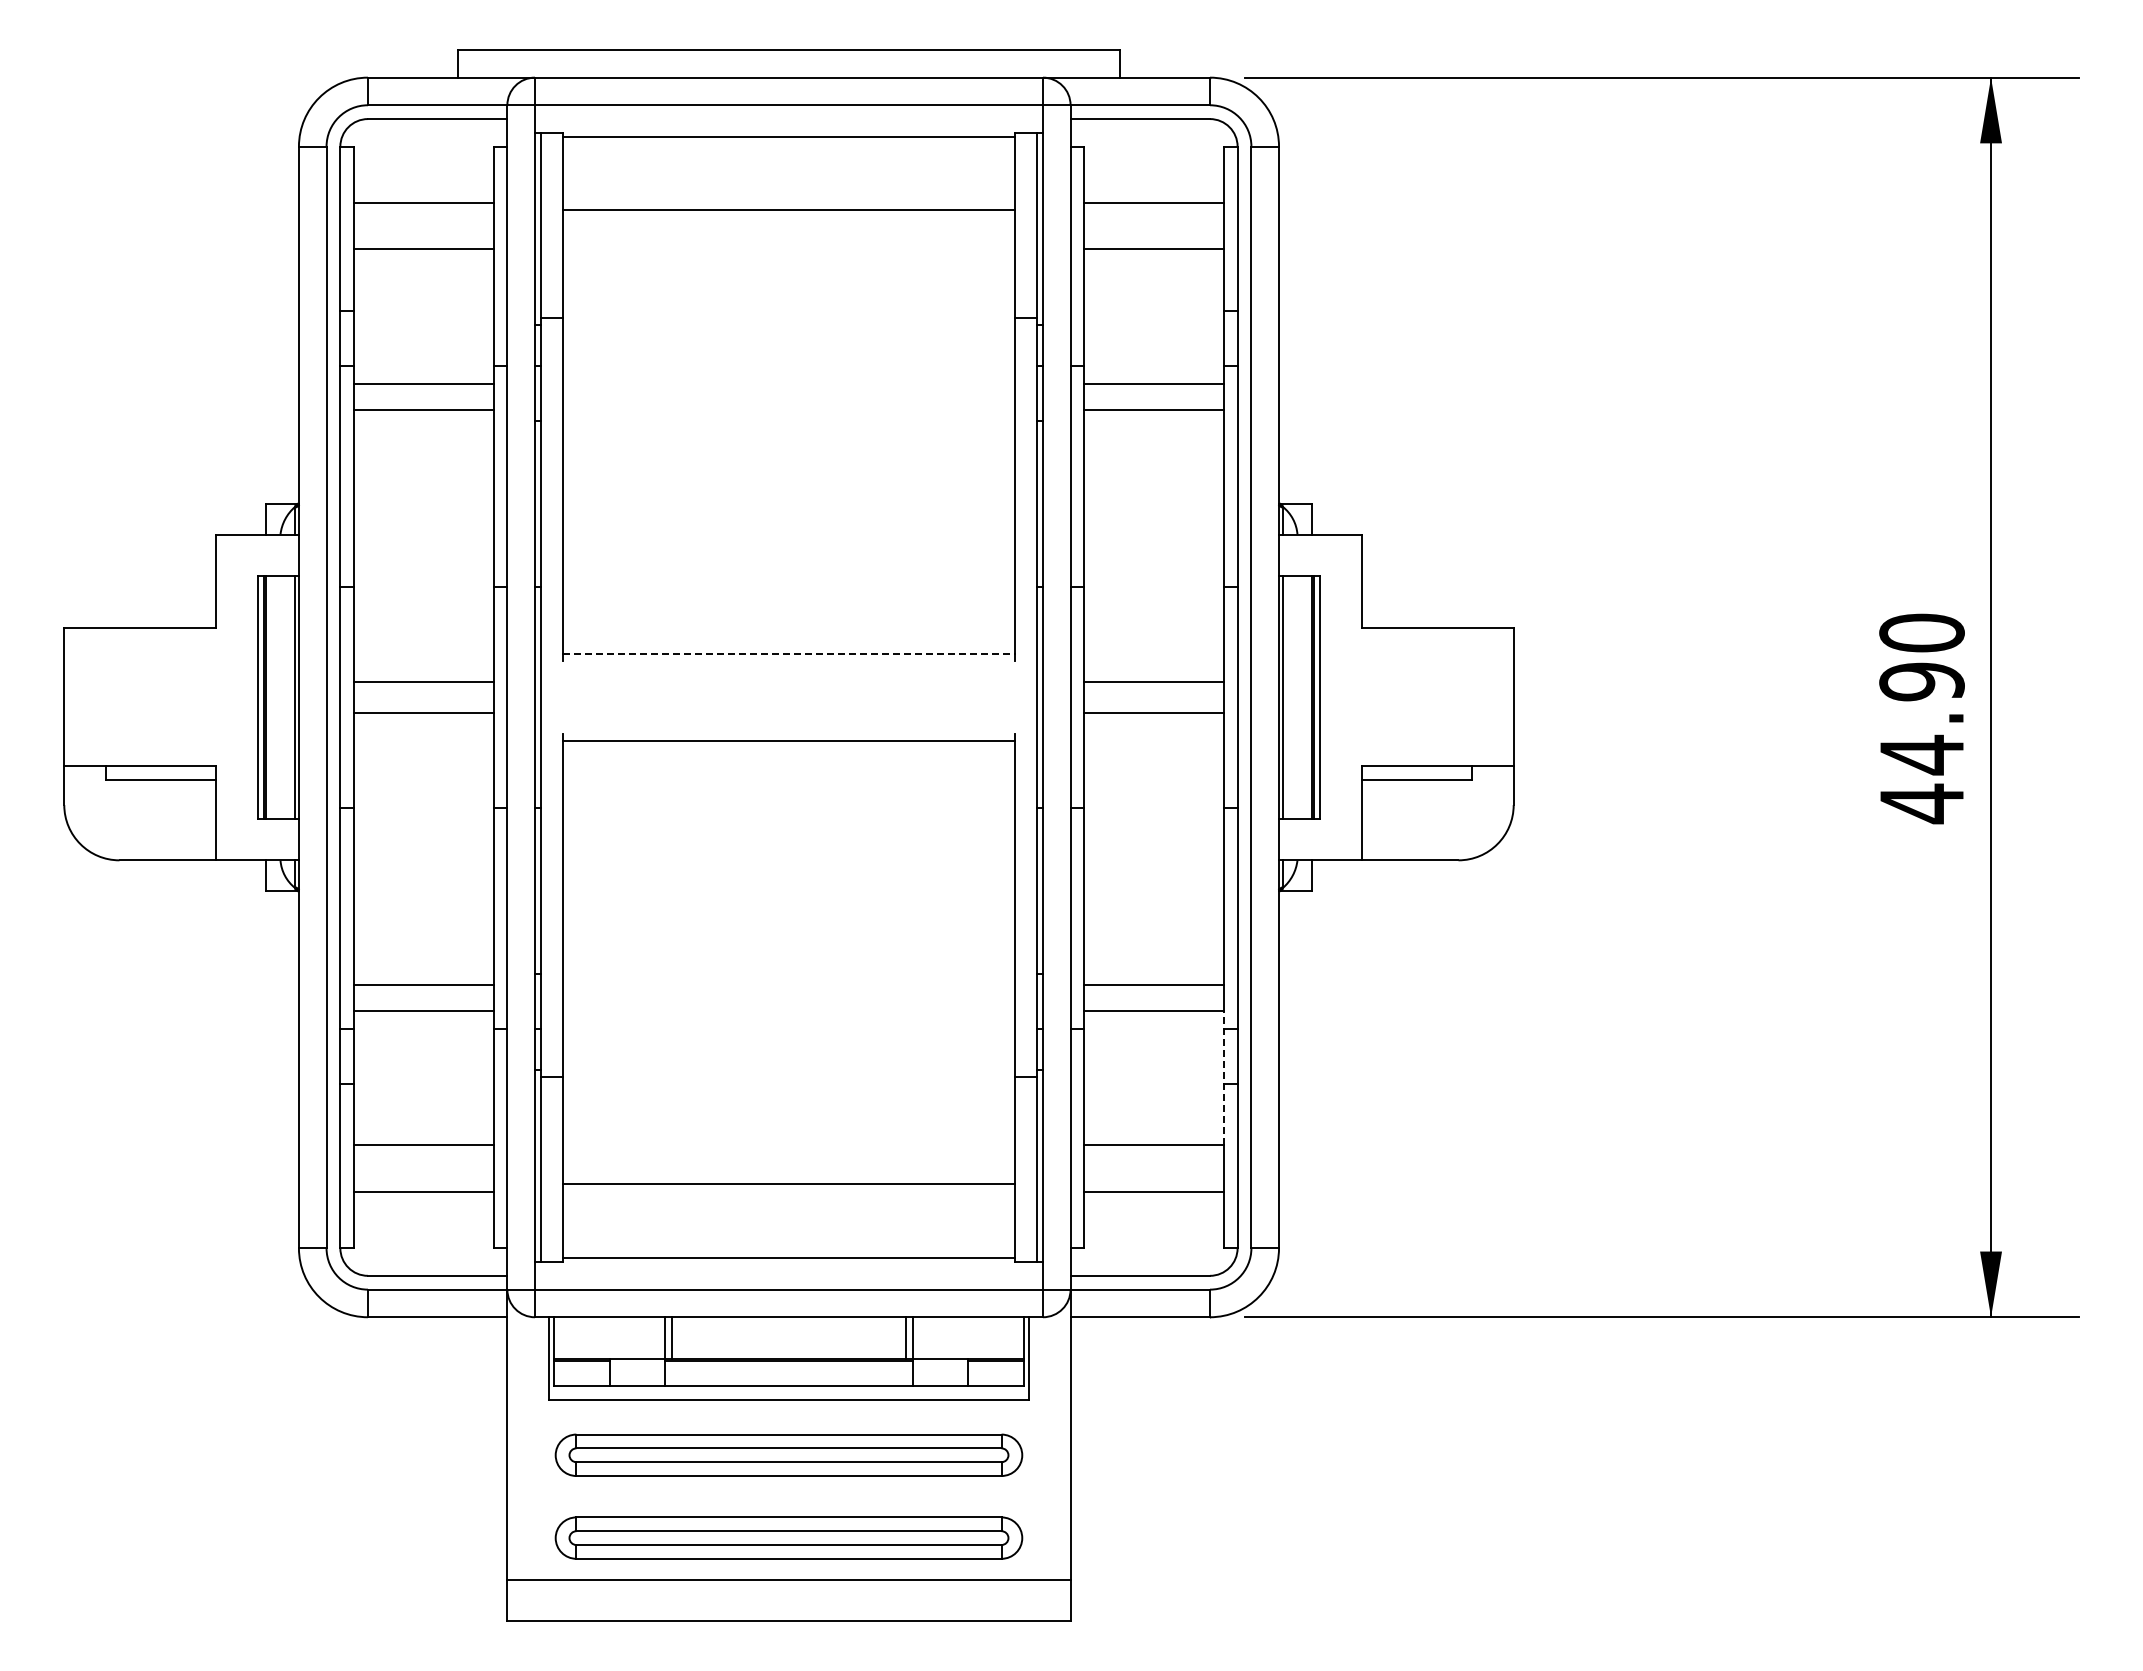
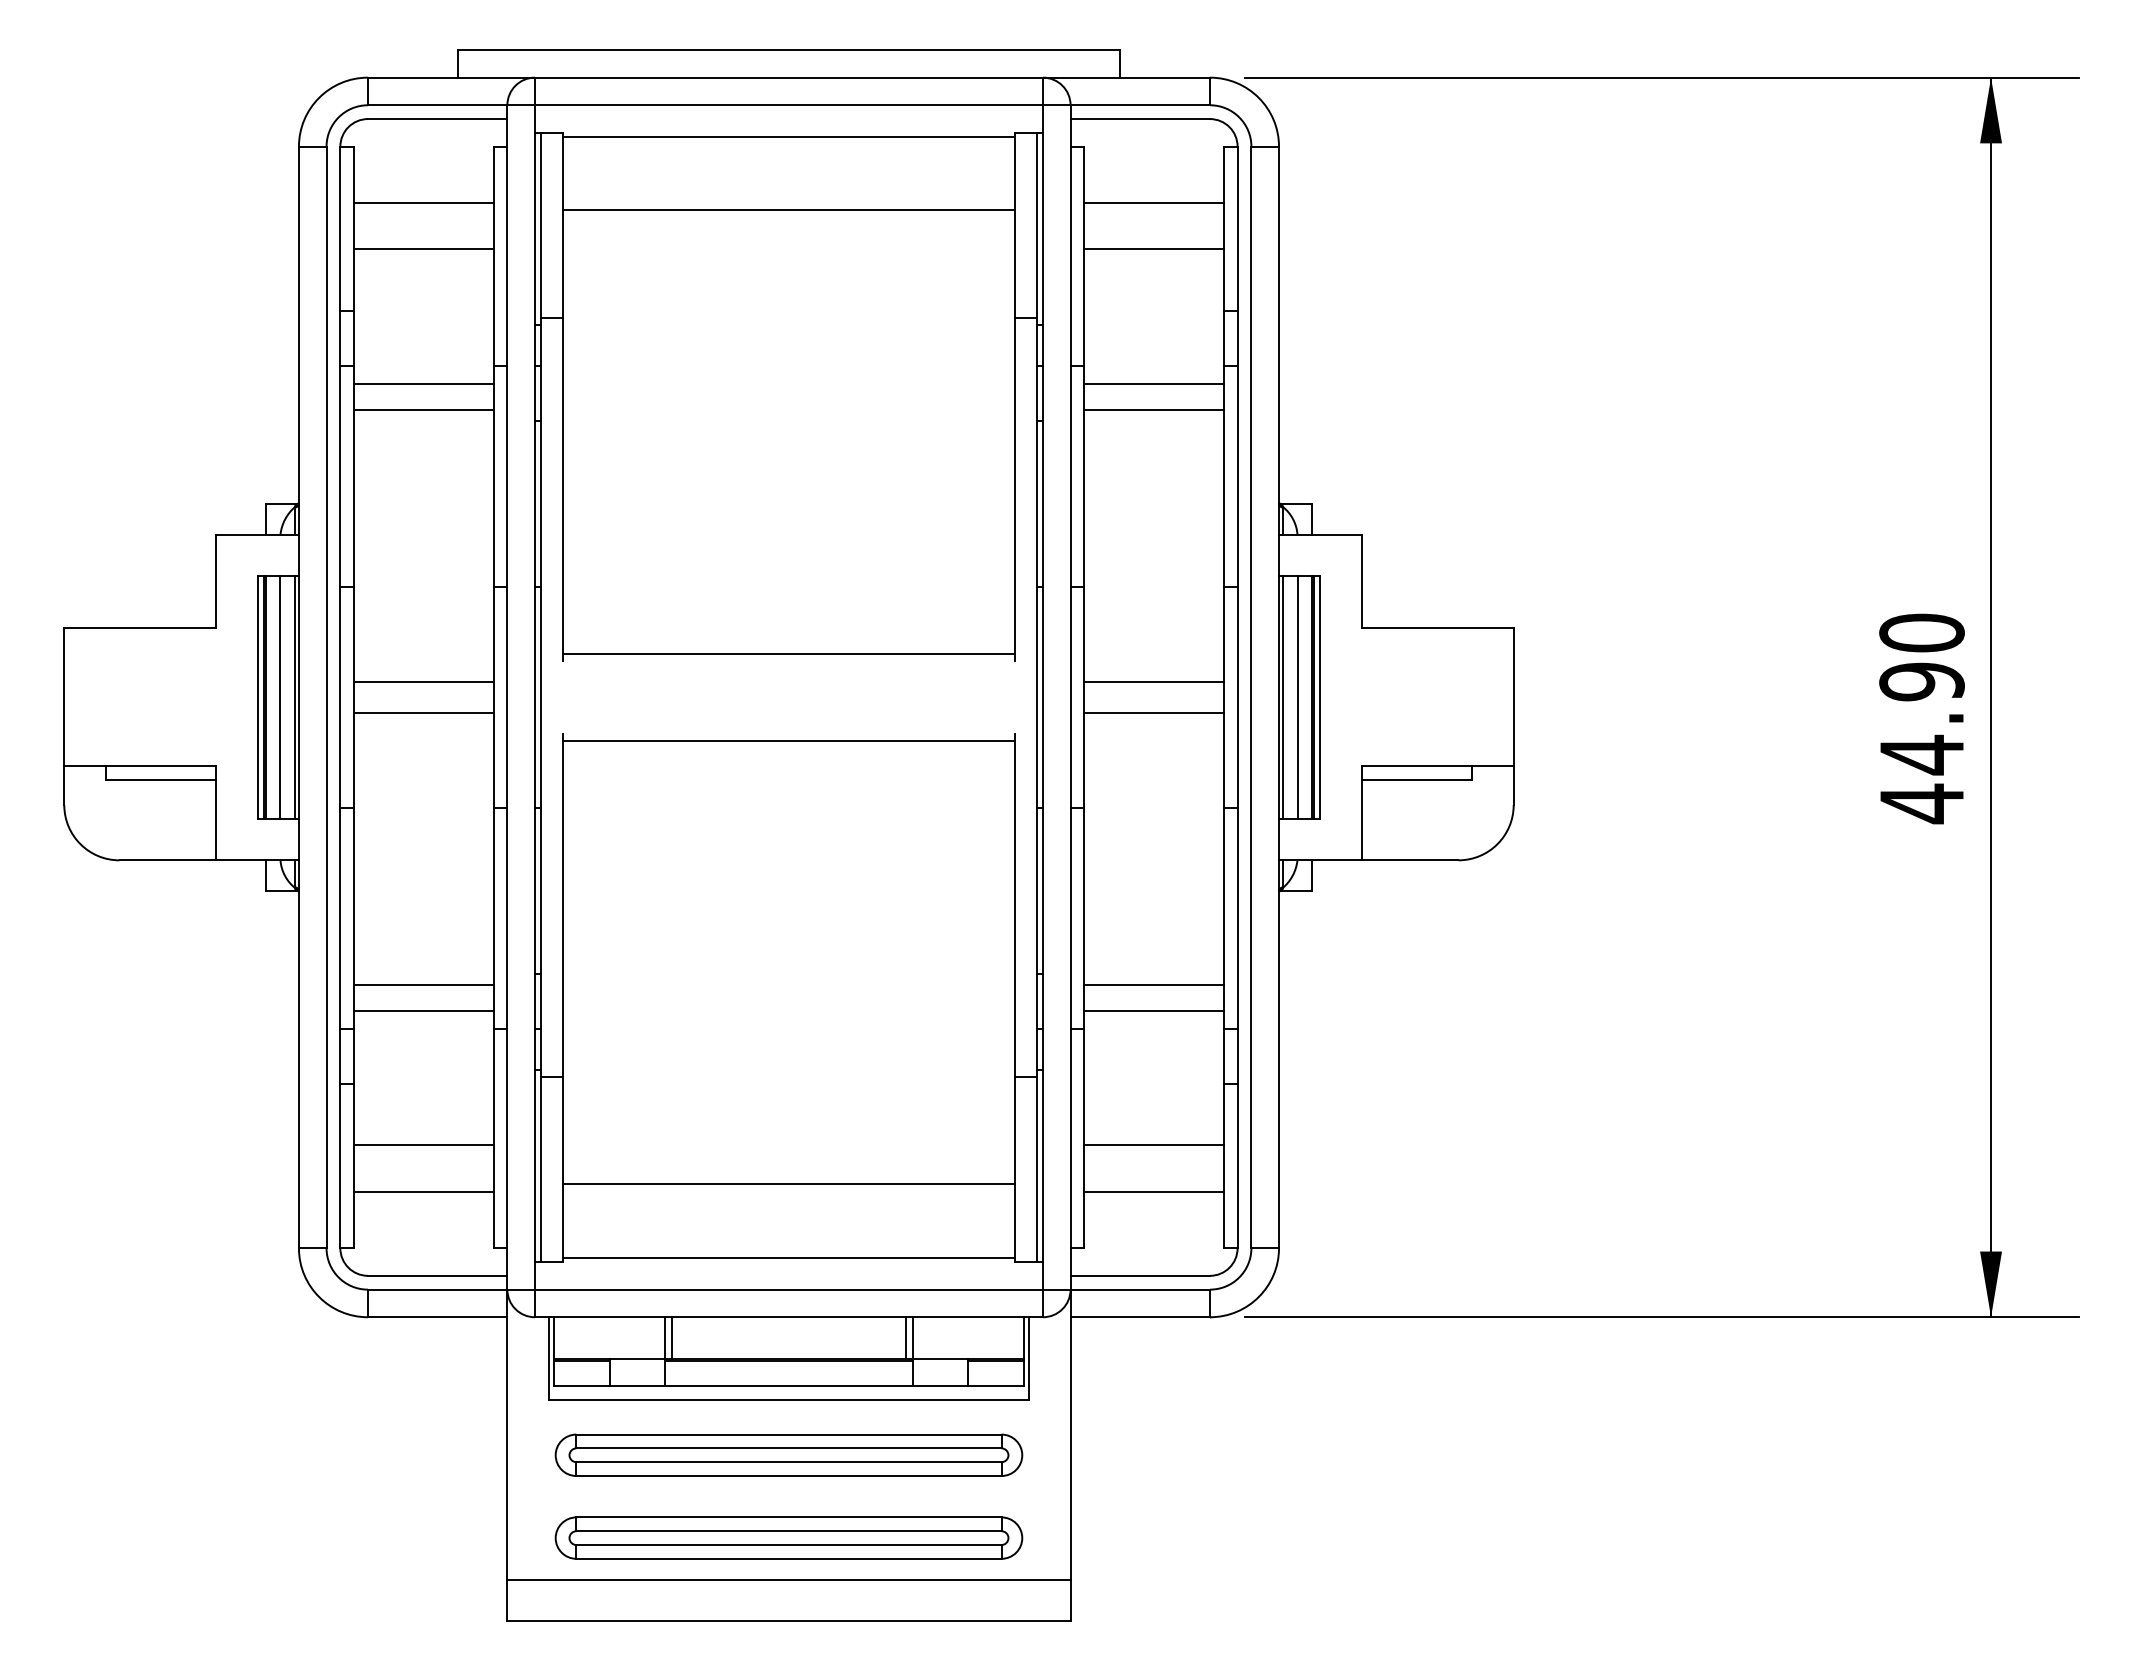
line at (789, 653): dashed -> solid
line at (279, 696): none -> present
line at (1298, 696): none -> present
line at (1223, 1077): dashed -> solid
